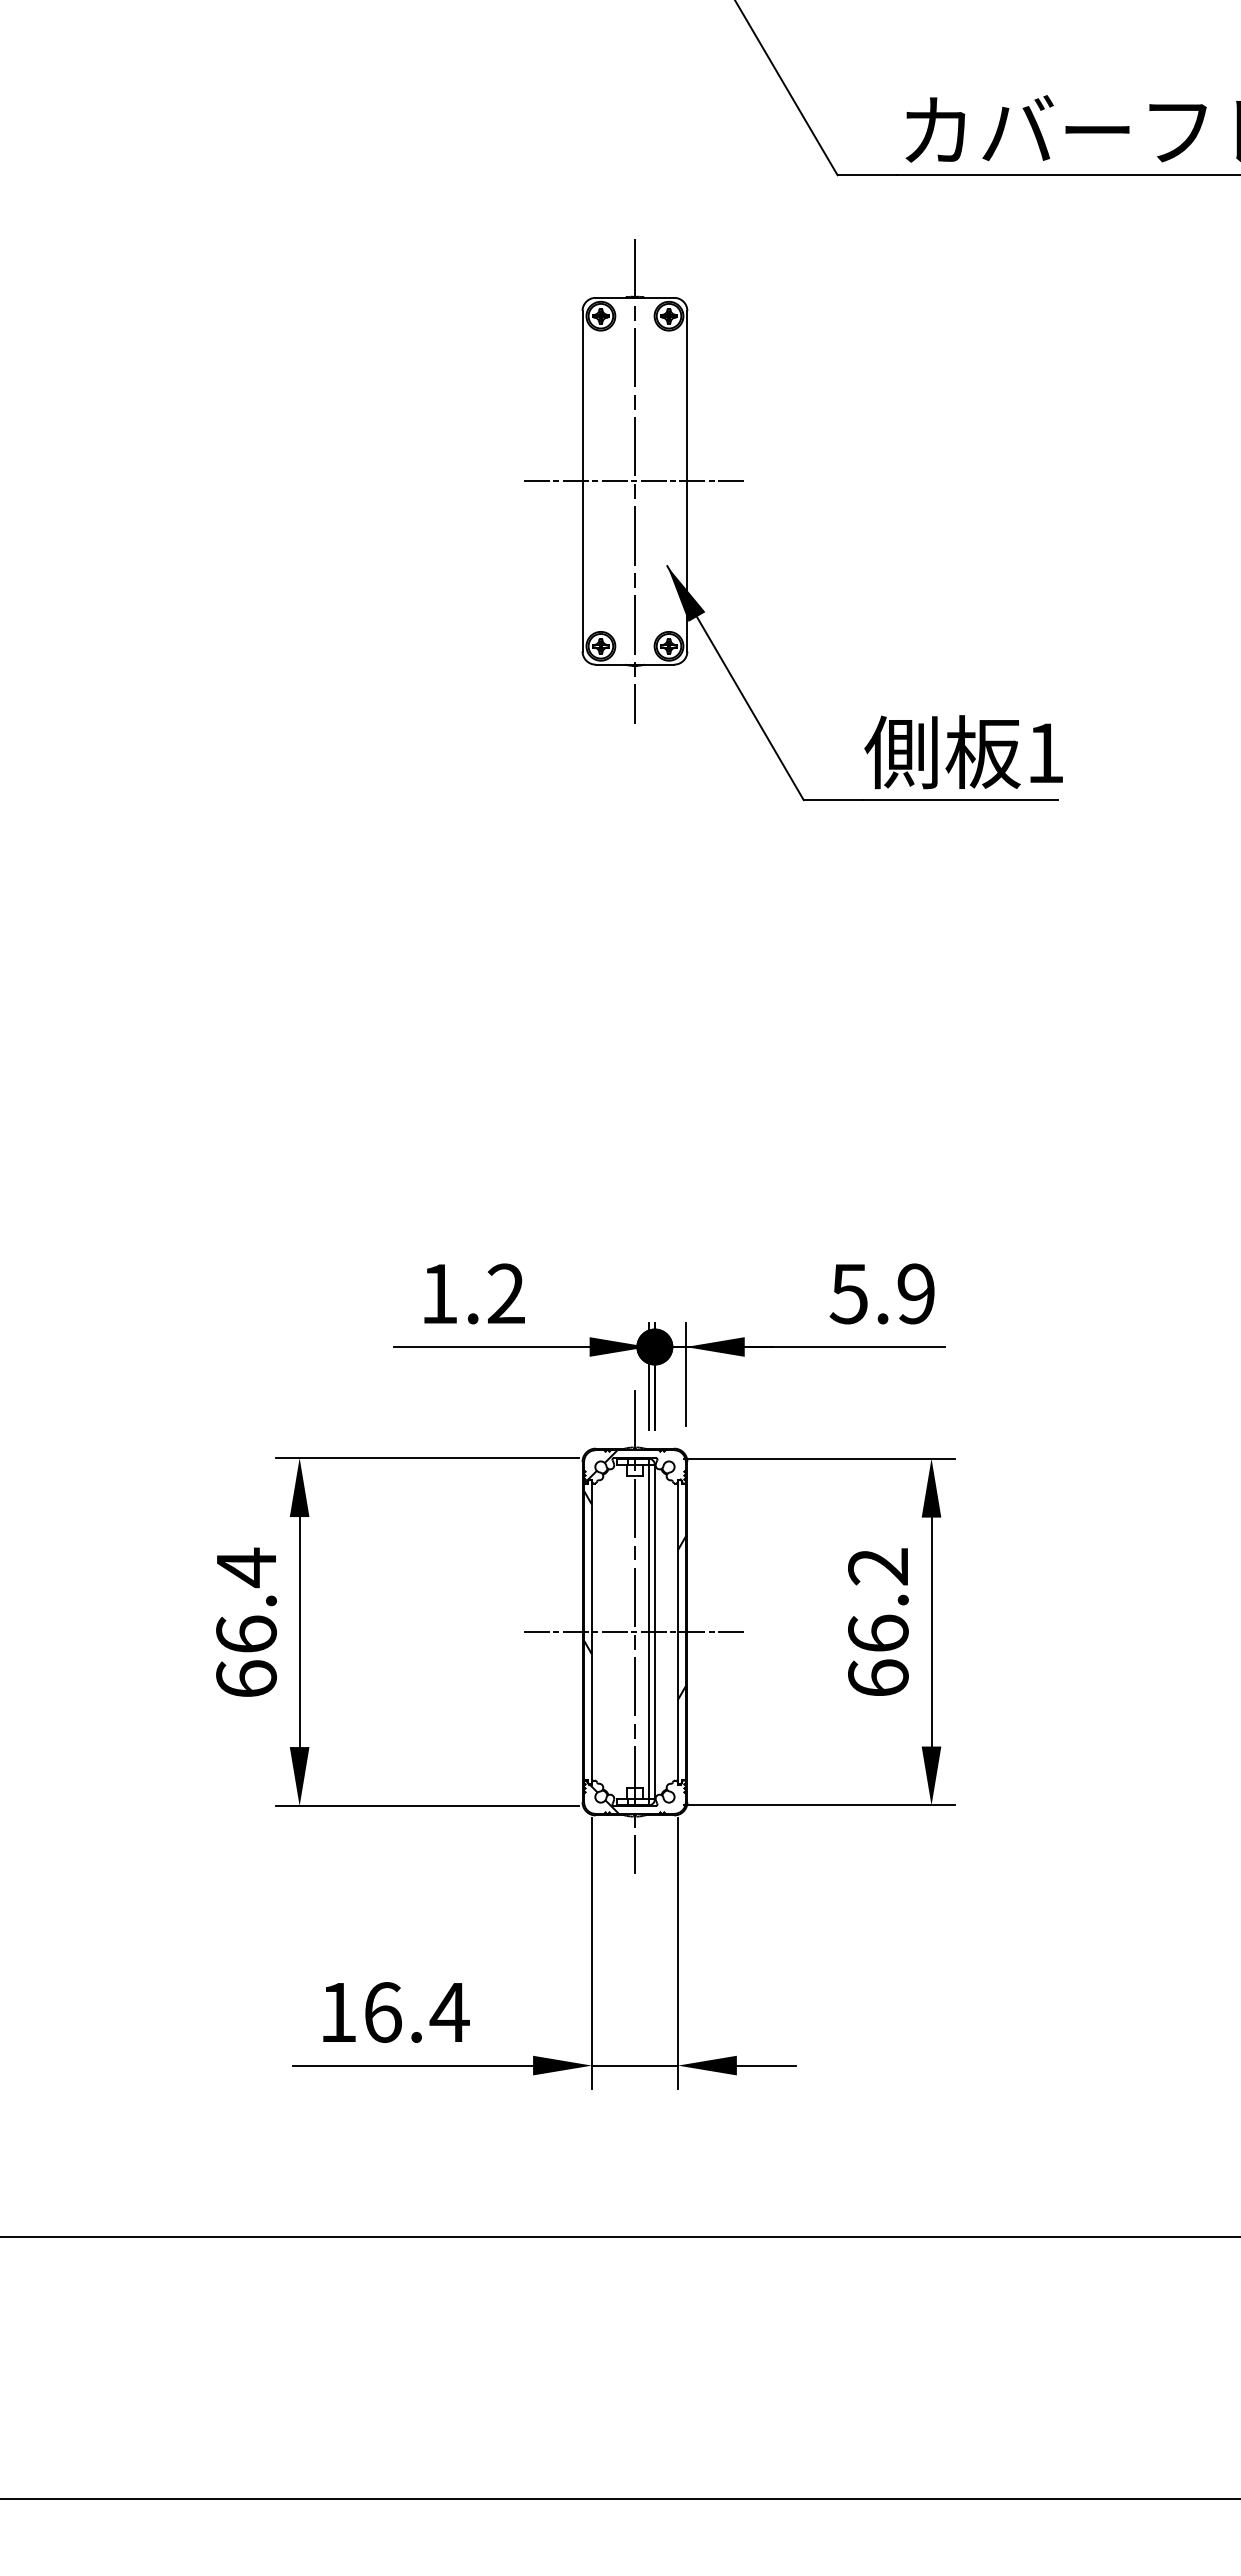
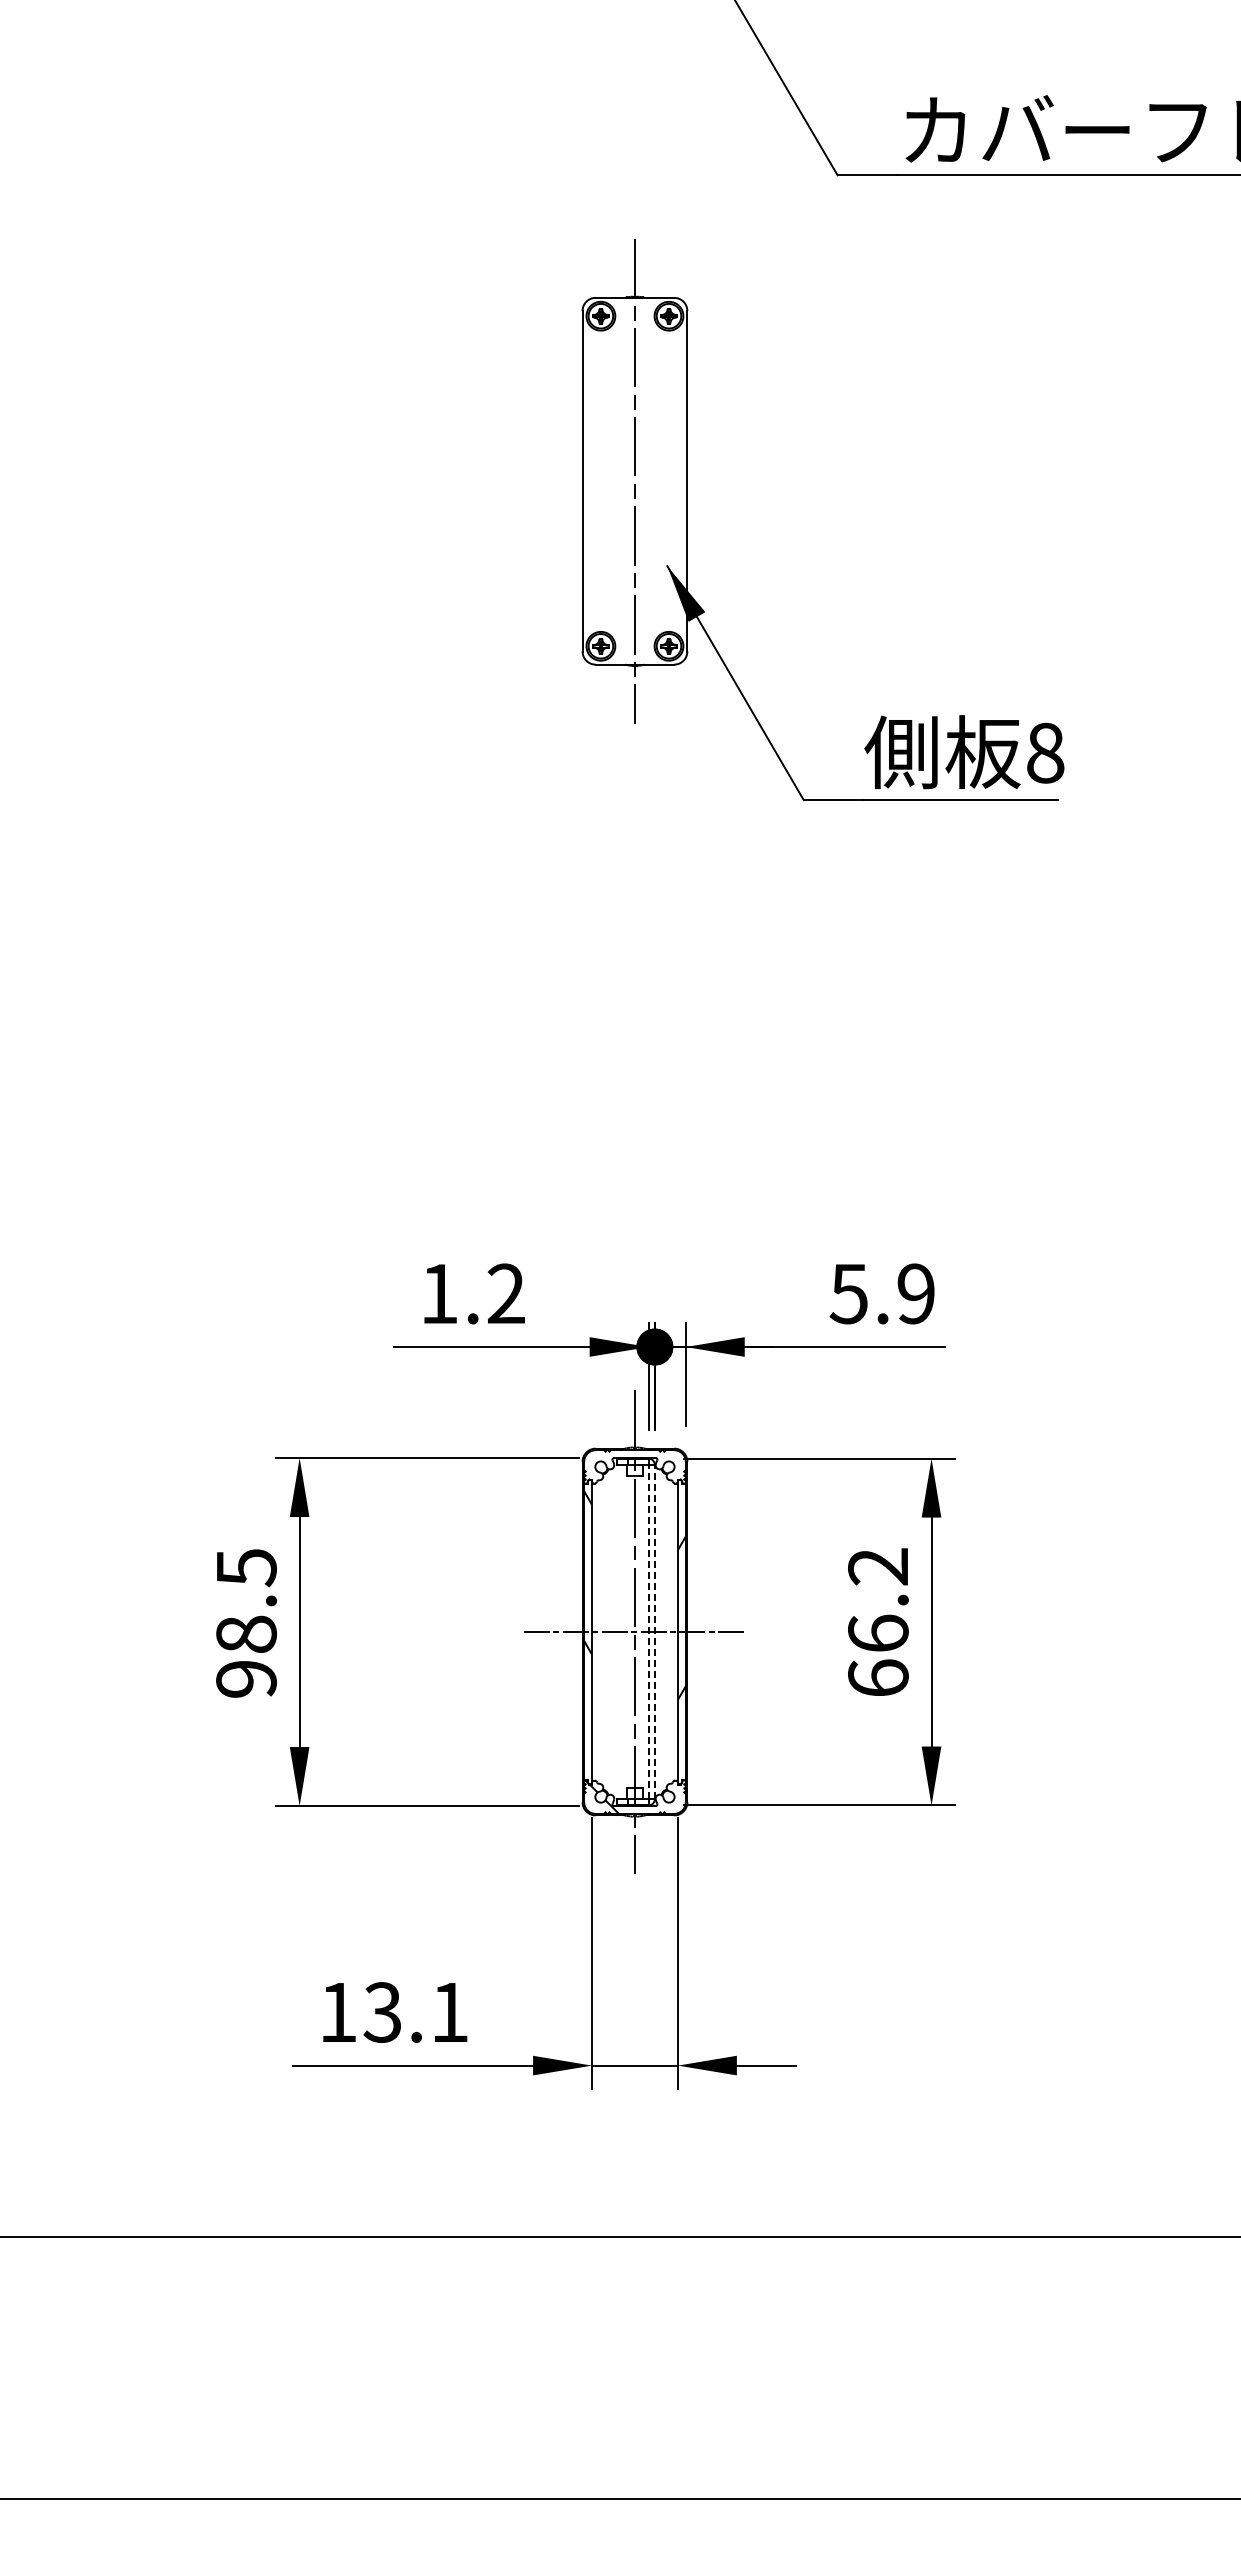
line at (634, 481): present -> none
text at (1045, 752): 1 -> 8
hatch at (600, 1466): present -> none
text at (246, 1622): 66.4 -> 98.5
line at (648, 1631): solid -> dashed
line at (654, 1631): solid -> dashed
text at (416, 2012): 16.4 -> 13.1
